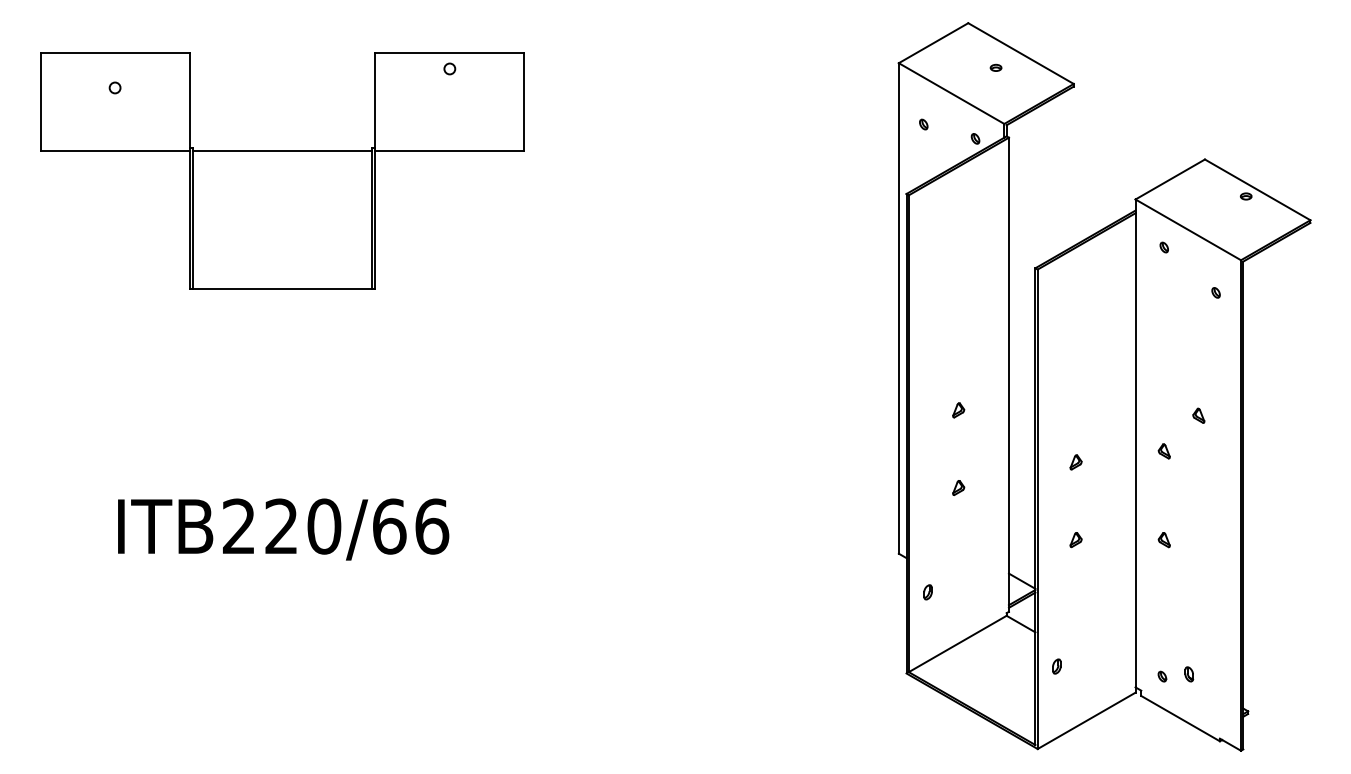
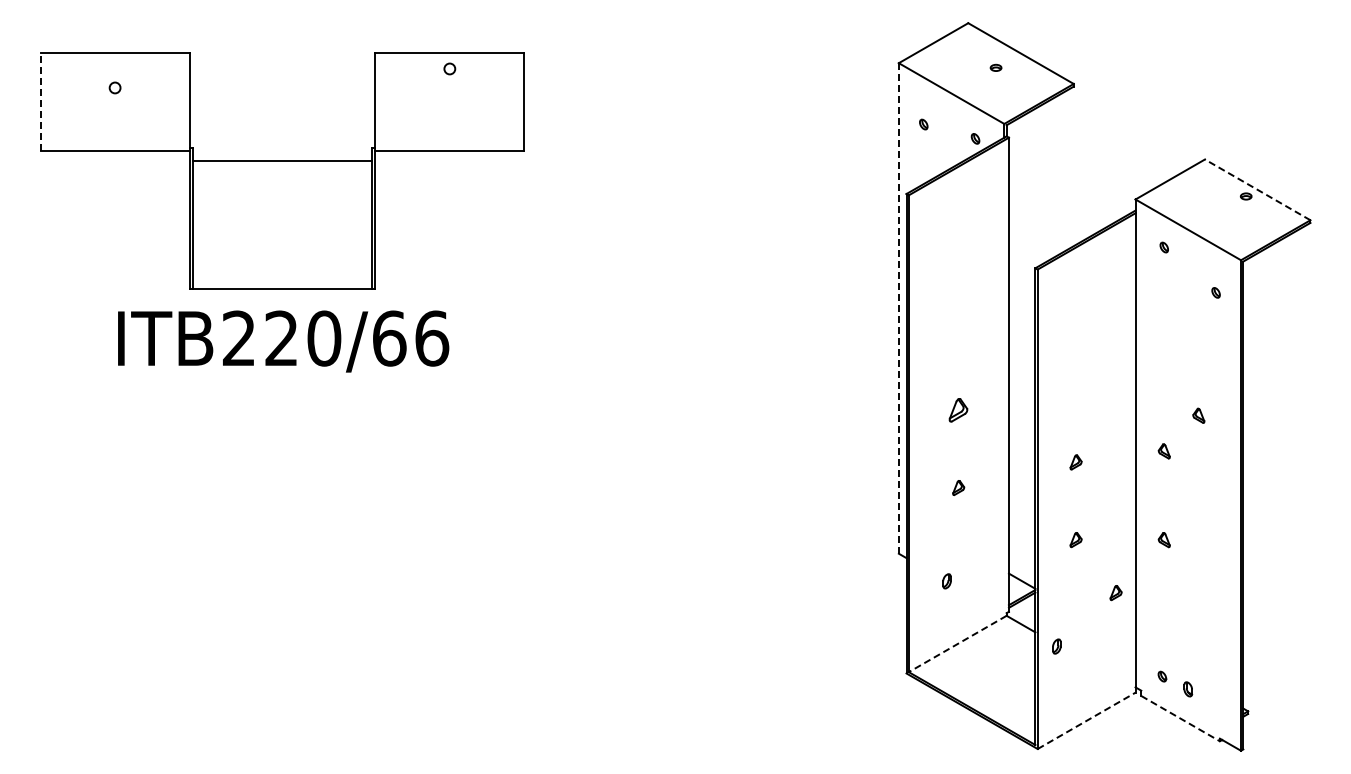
line at (40, 101): solid -> dashed
line at (282, 150) position: (282, 150) -> (282, 160)
line at (1257, 189): solid -> dashed
line at (898, 307): solid -> dashed
part at (958, 410) size: 14x17 px -> 21x25 px
text at (283, 529) position: (283, 529) -> (283, 341)
part at (927, 592) position: (927, 592) -> (946, 581)
part at (1115, 593): none -> present
line at (957, 644): solid -> dashed
part at (1056, 666) position: (1056, 666) -> (1056, 646)
part at (1189, 674) position: (1189, 674) -> (1188, 689)
line at (1181, 718): solid -> dashed
line at (1087, 720): solid -> dashed
